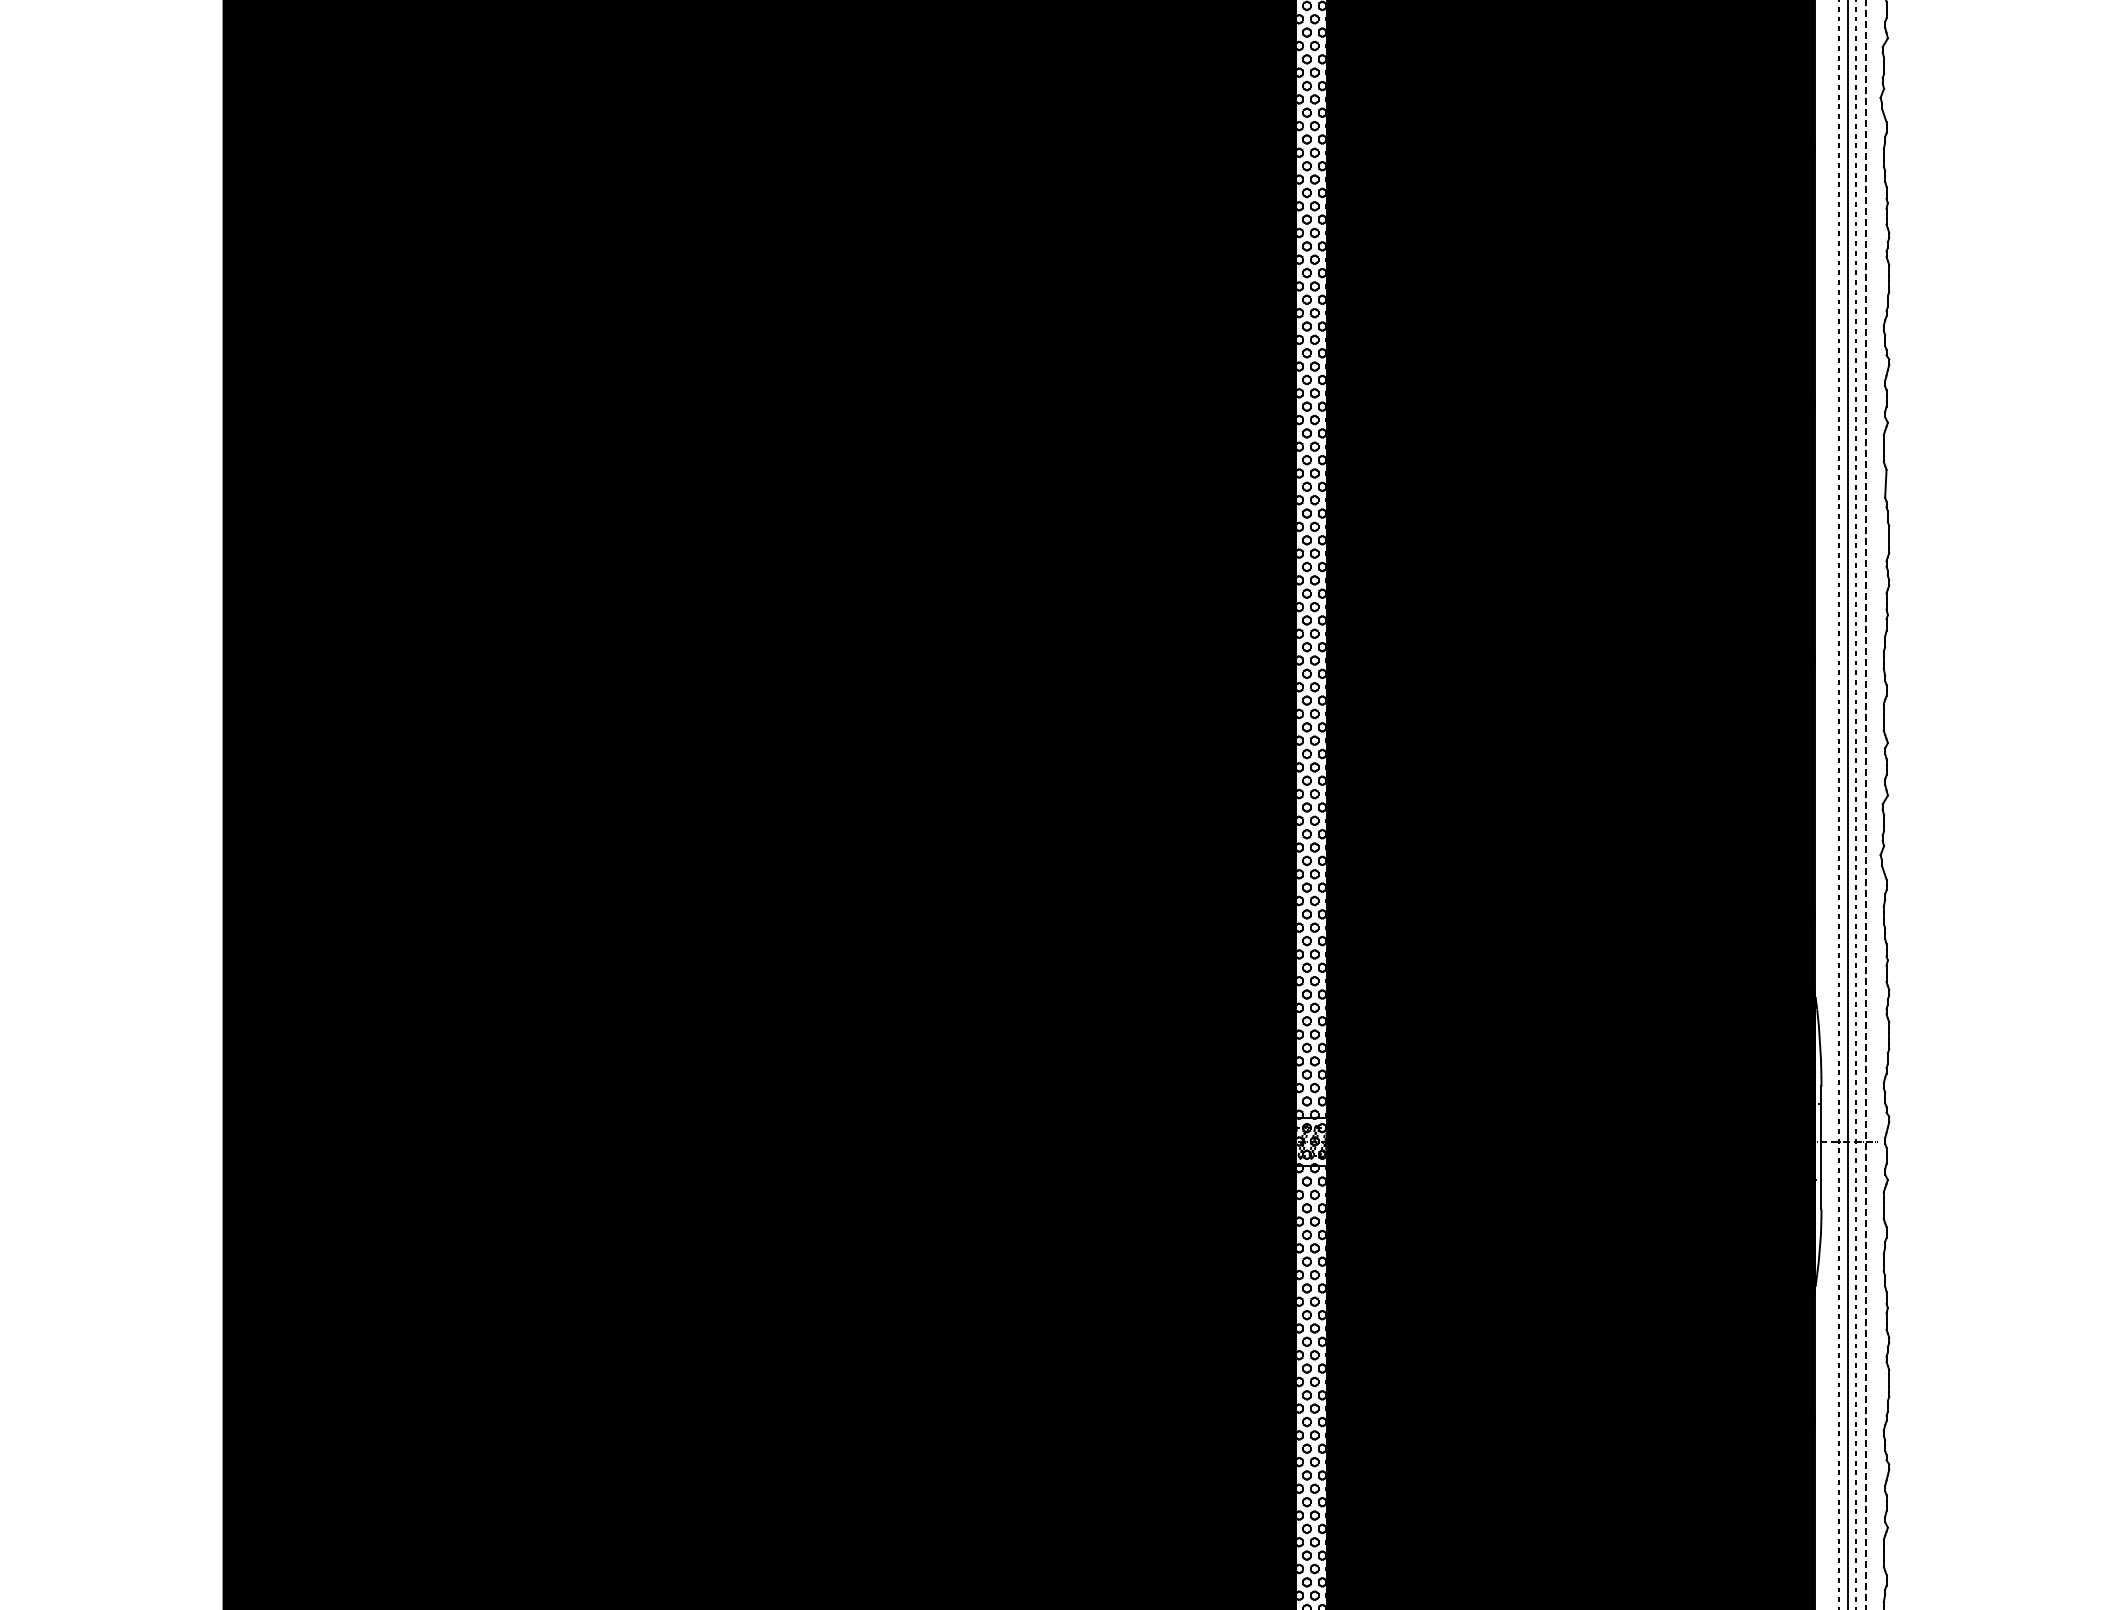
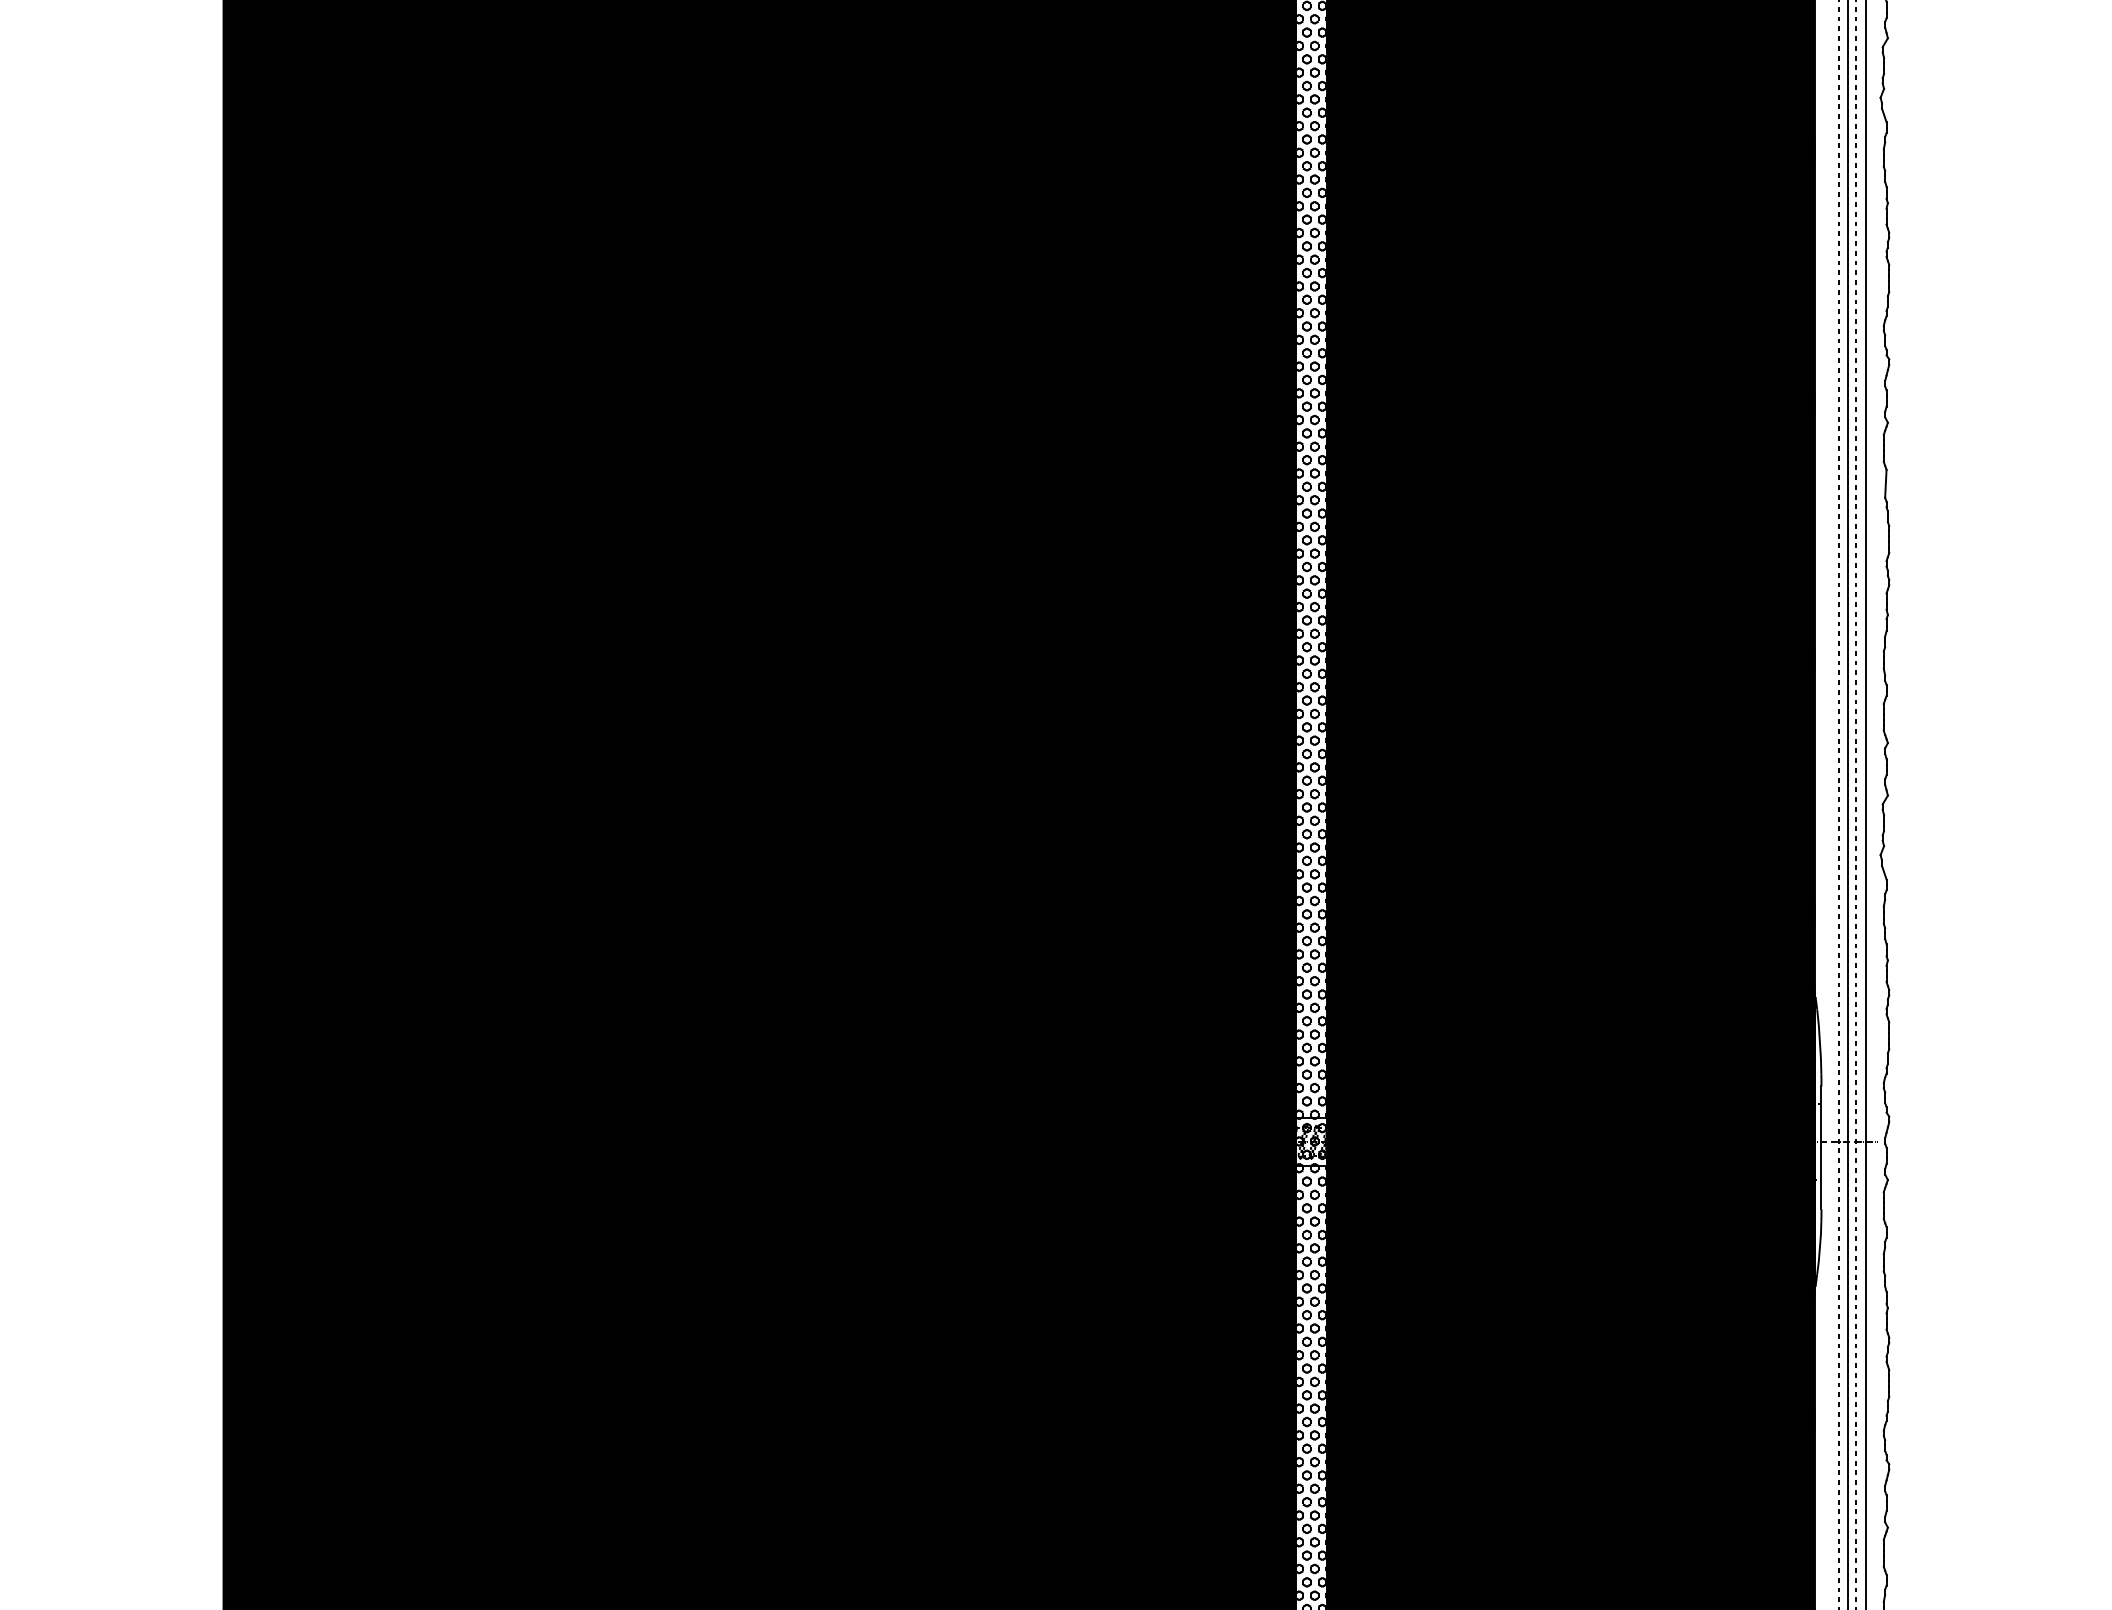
line at (1865, 804): dashed -> solid
